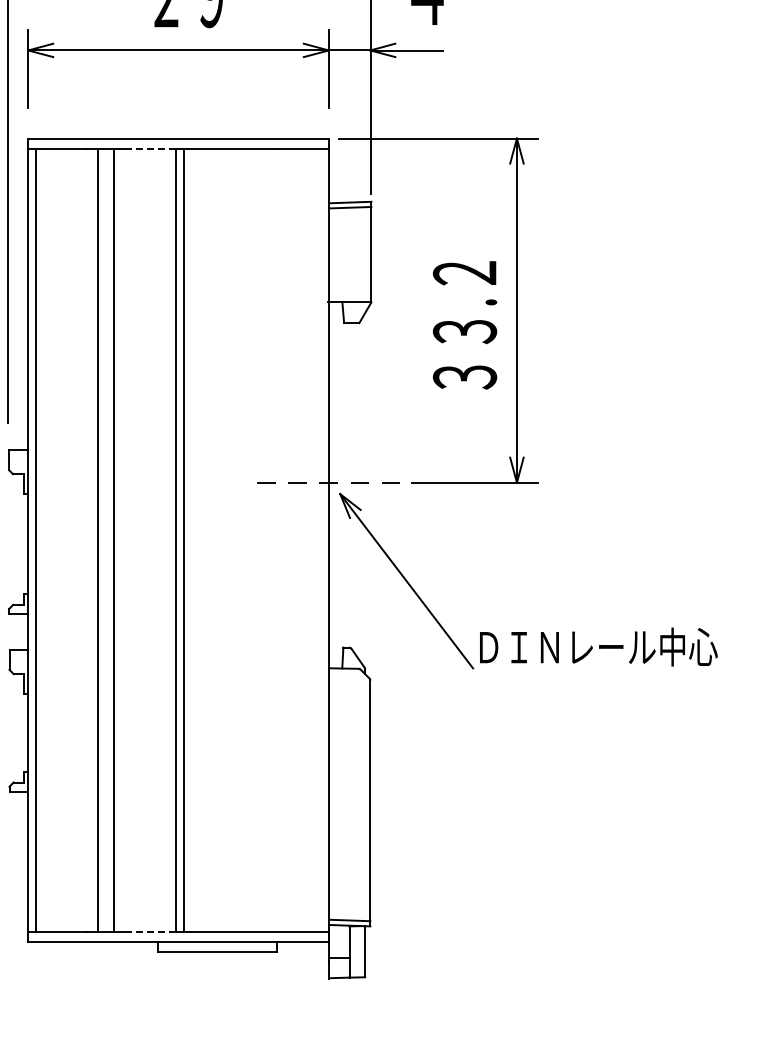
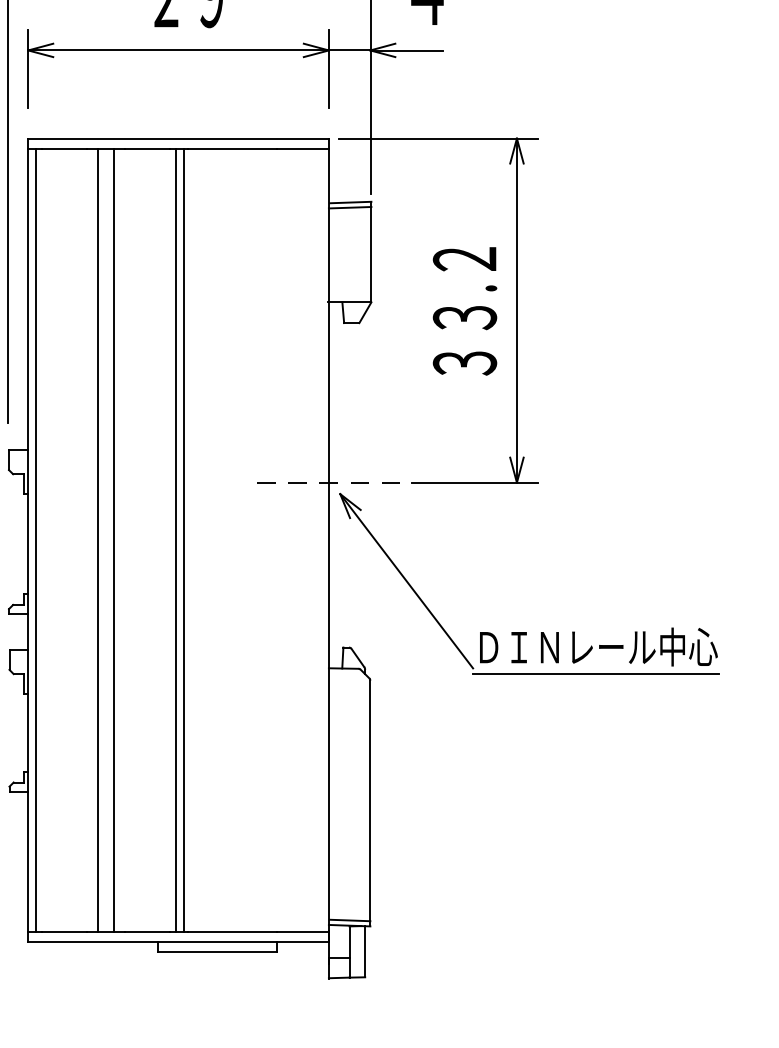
line at (147, 148): dashed -> solid
text at (464, 325) position: (464, 325) -> (464, 311)
line at (595, 673): none -> present
line at (147, 931): dashed -> solid
